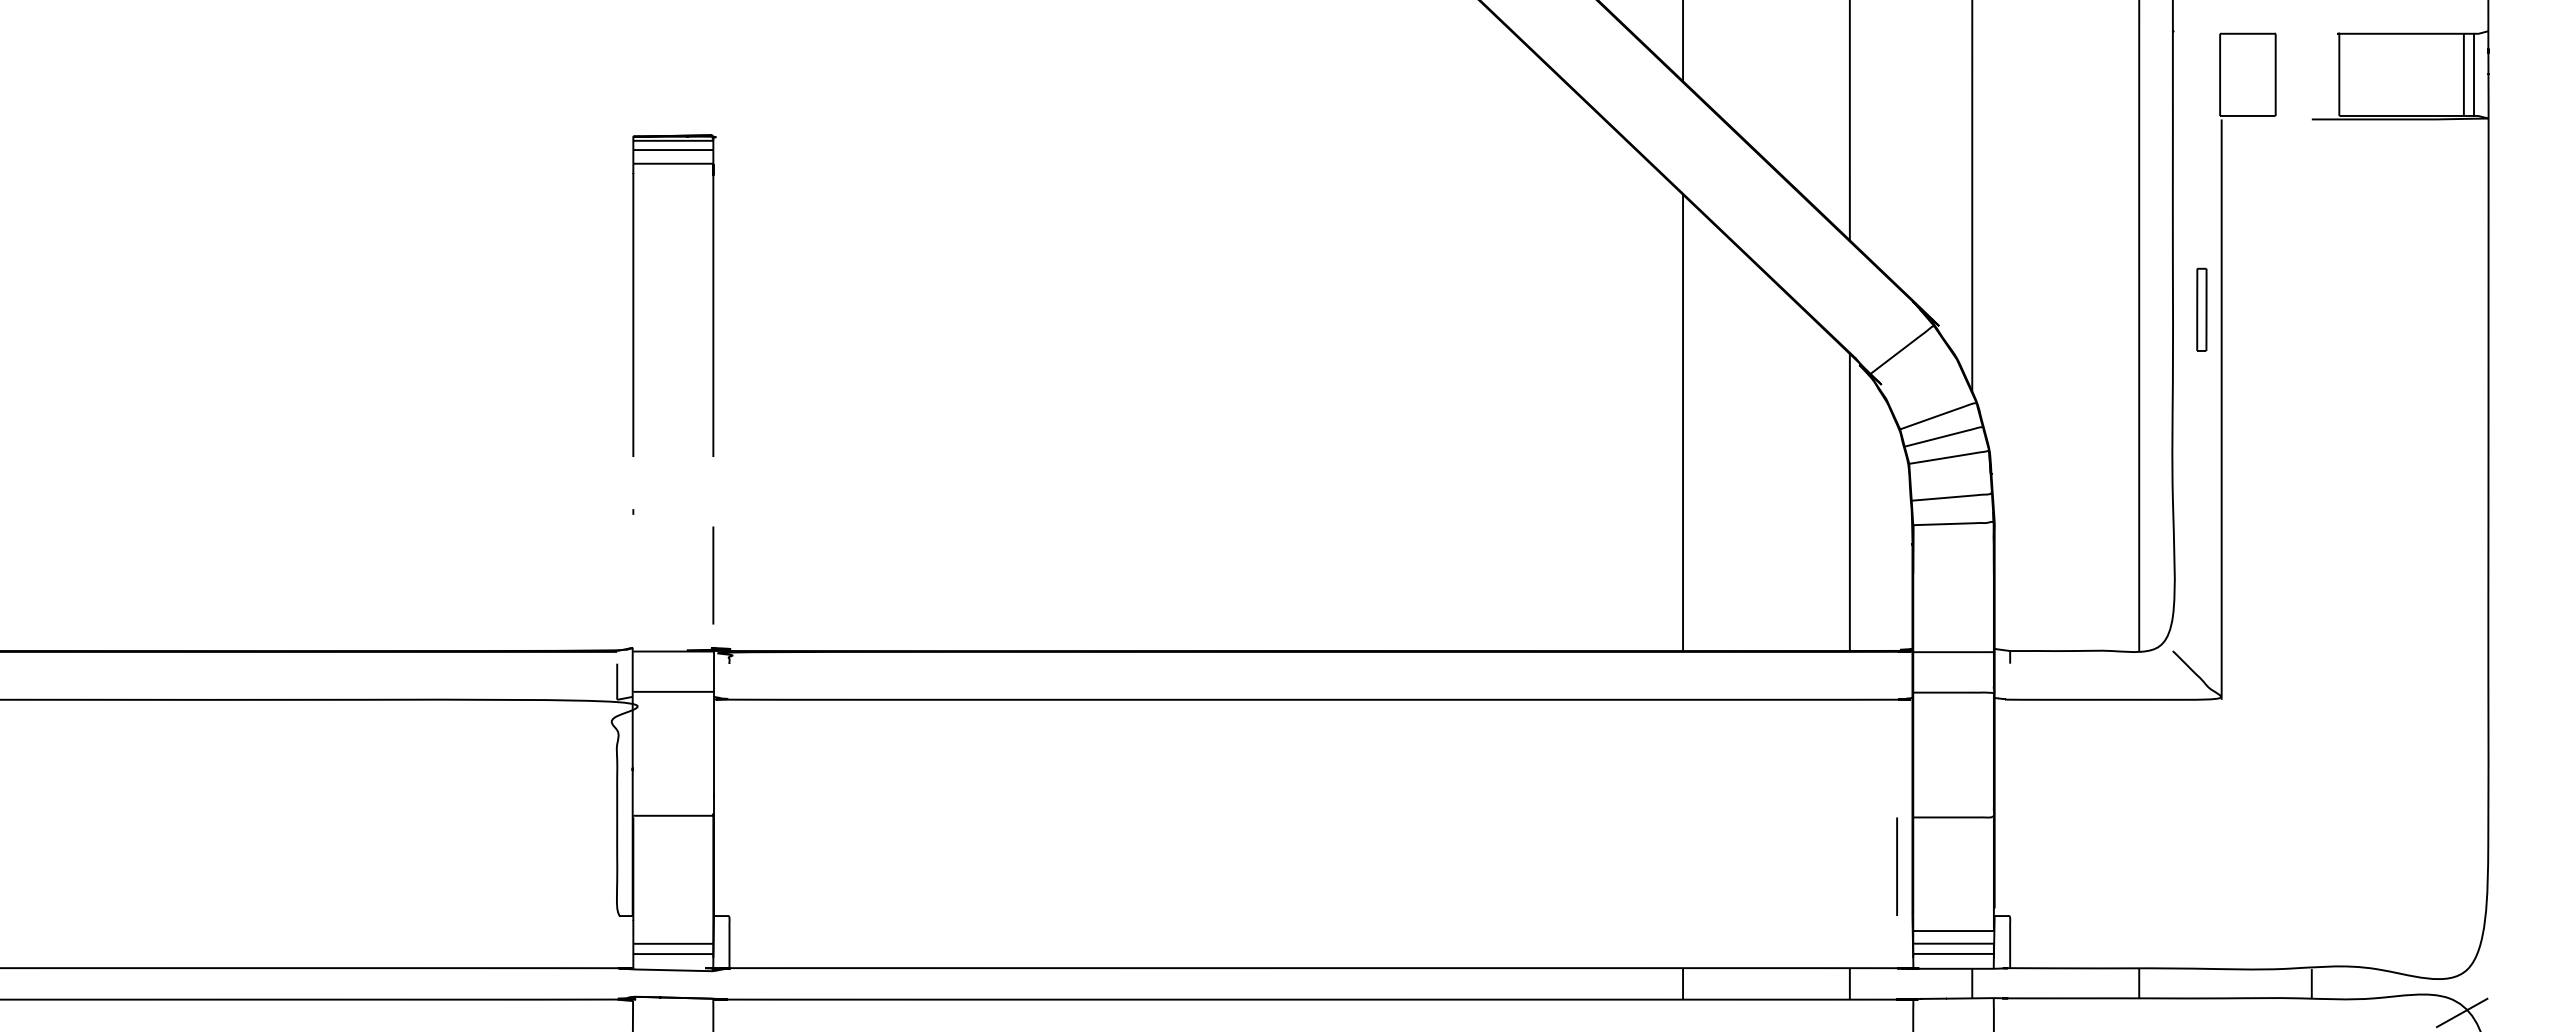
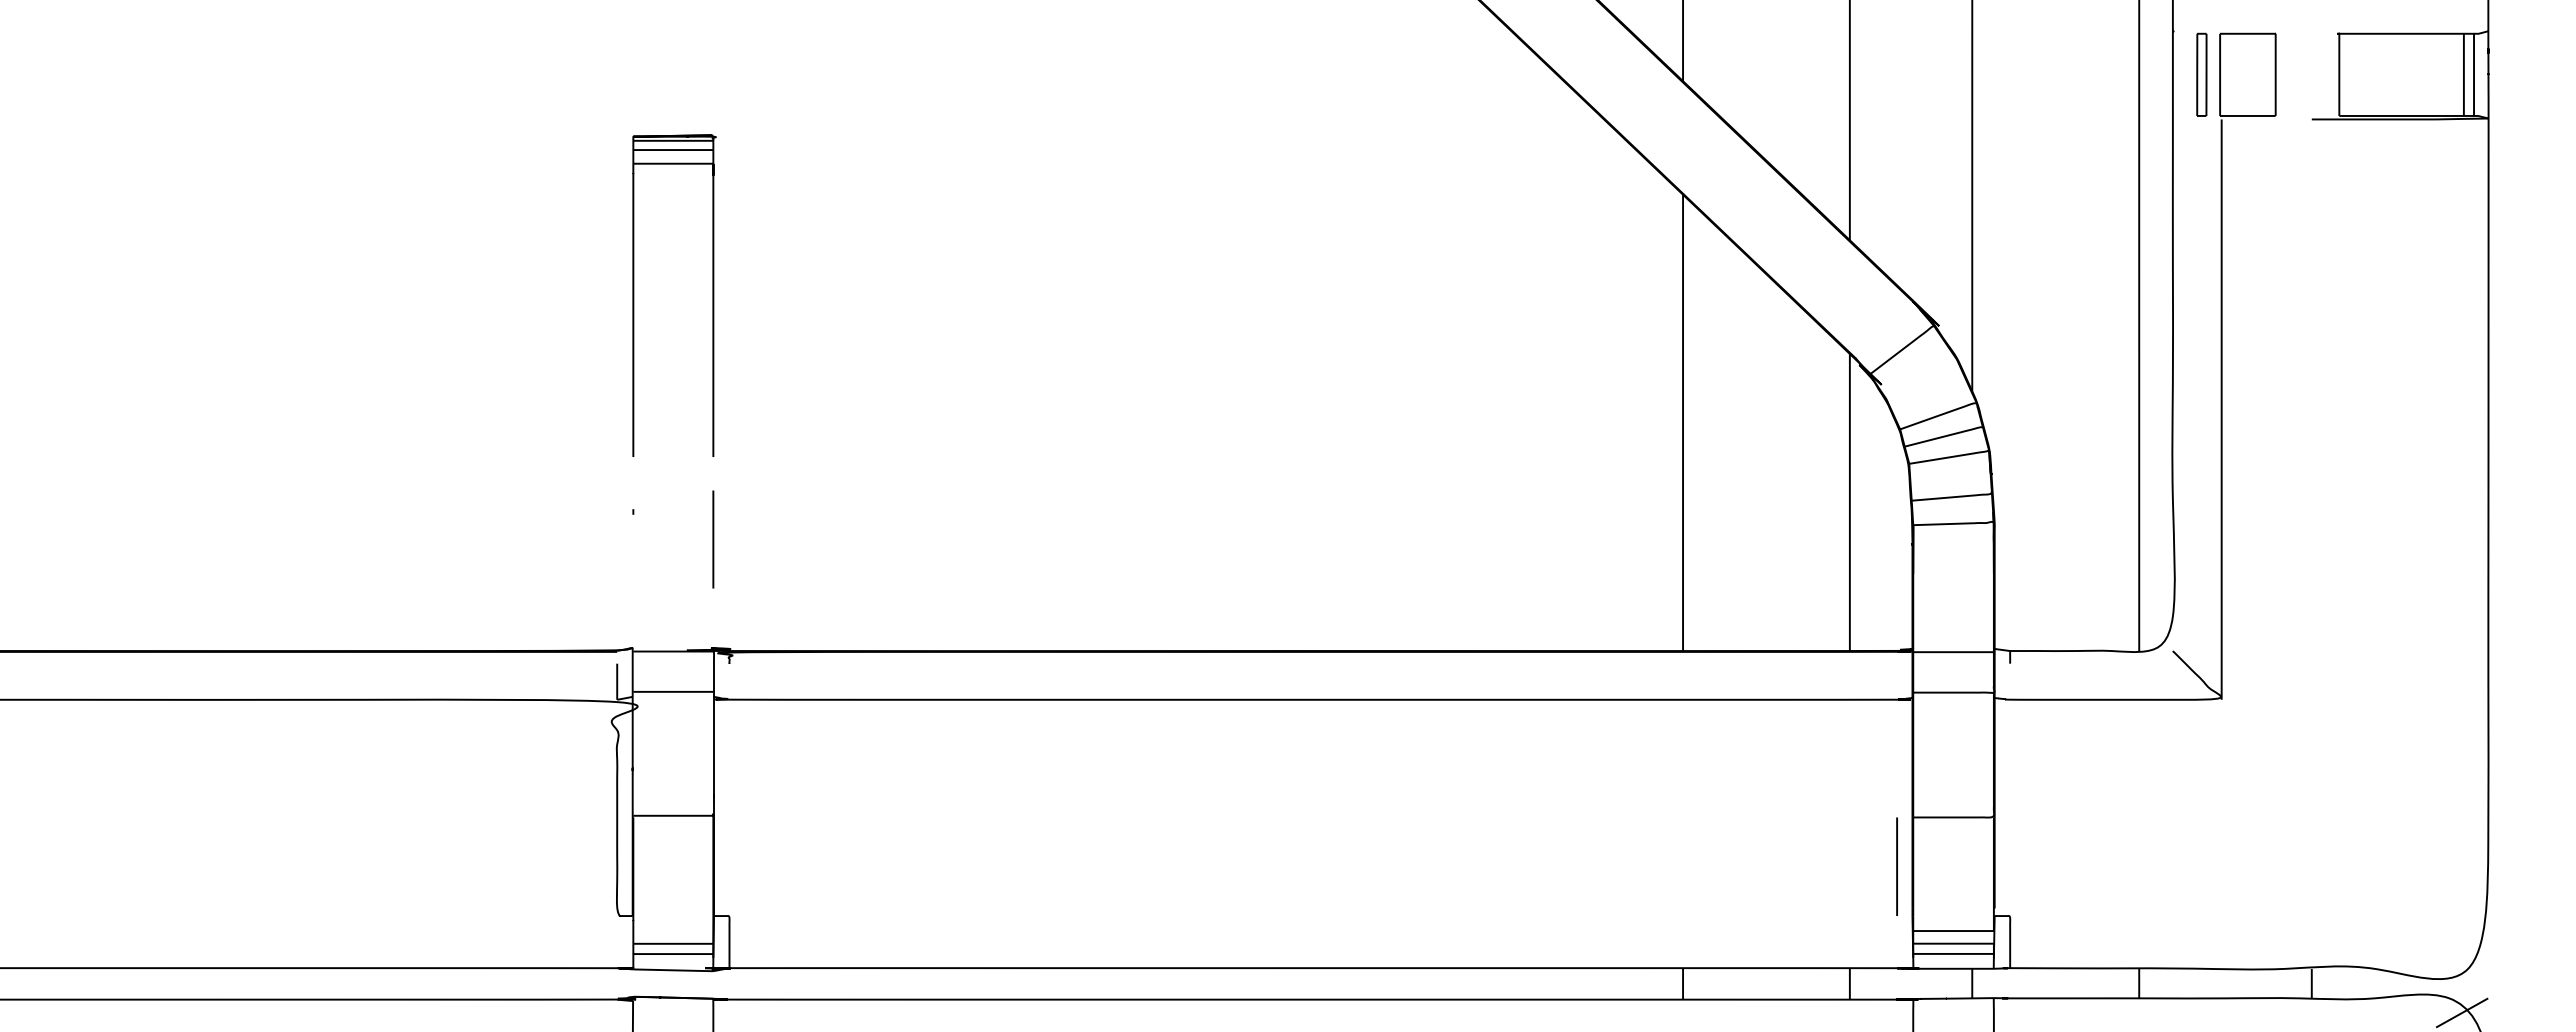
part at (2201, 309) position: (2201, 309) -> (2201, 74)
line at (713, 575) position: (713, 575) -> (713, 539)
